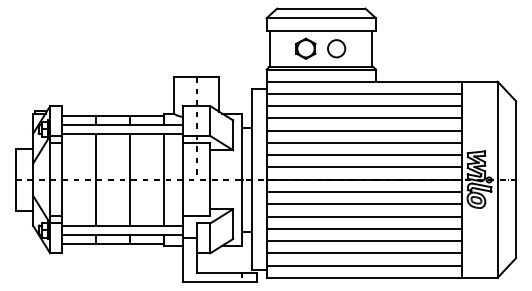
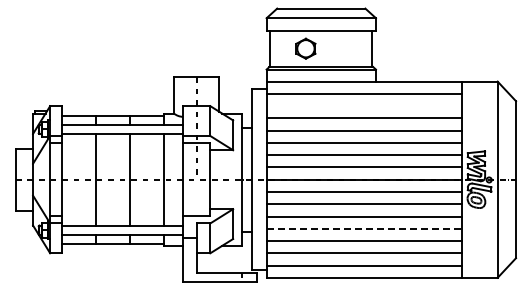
circle at (336, 48): present -> none
line at (363, 106): present -> none
line at (364, 228): solid -> dashed
